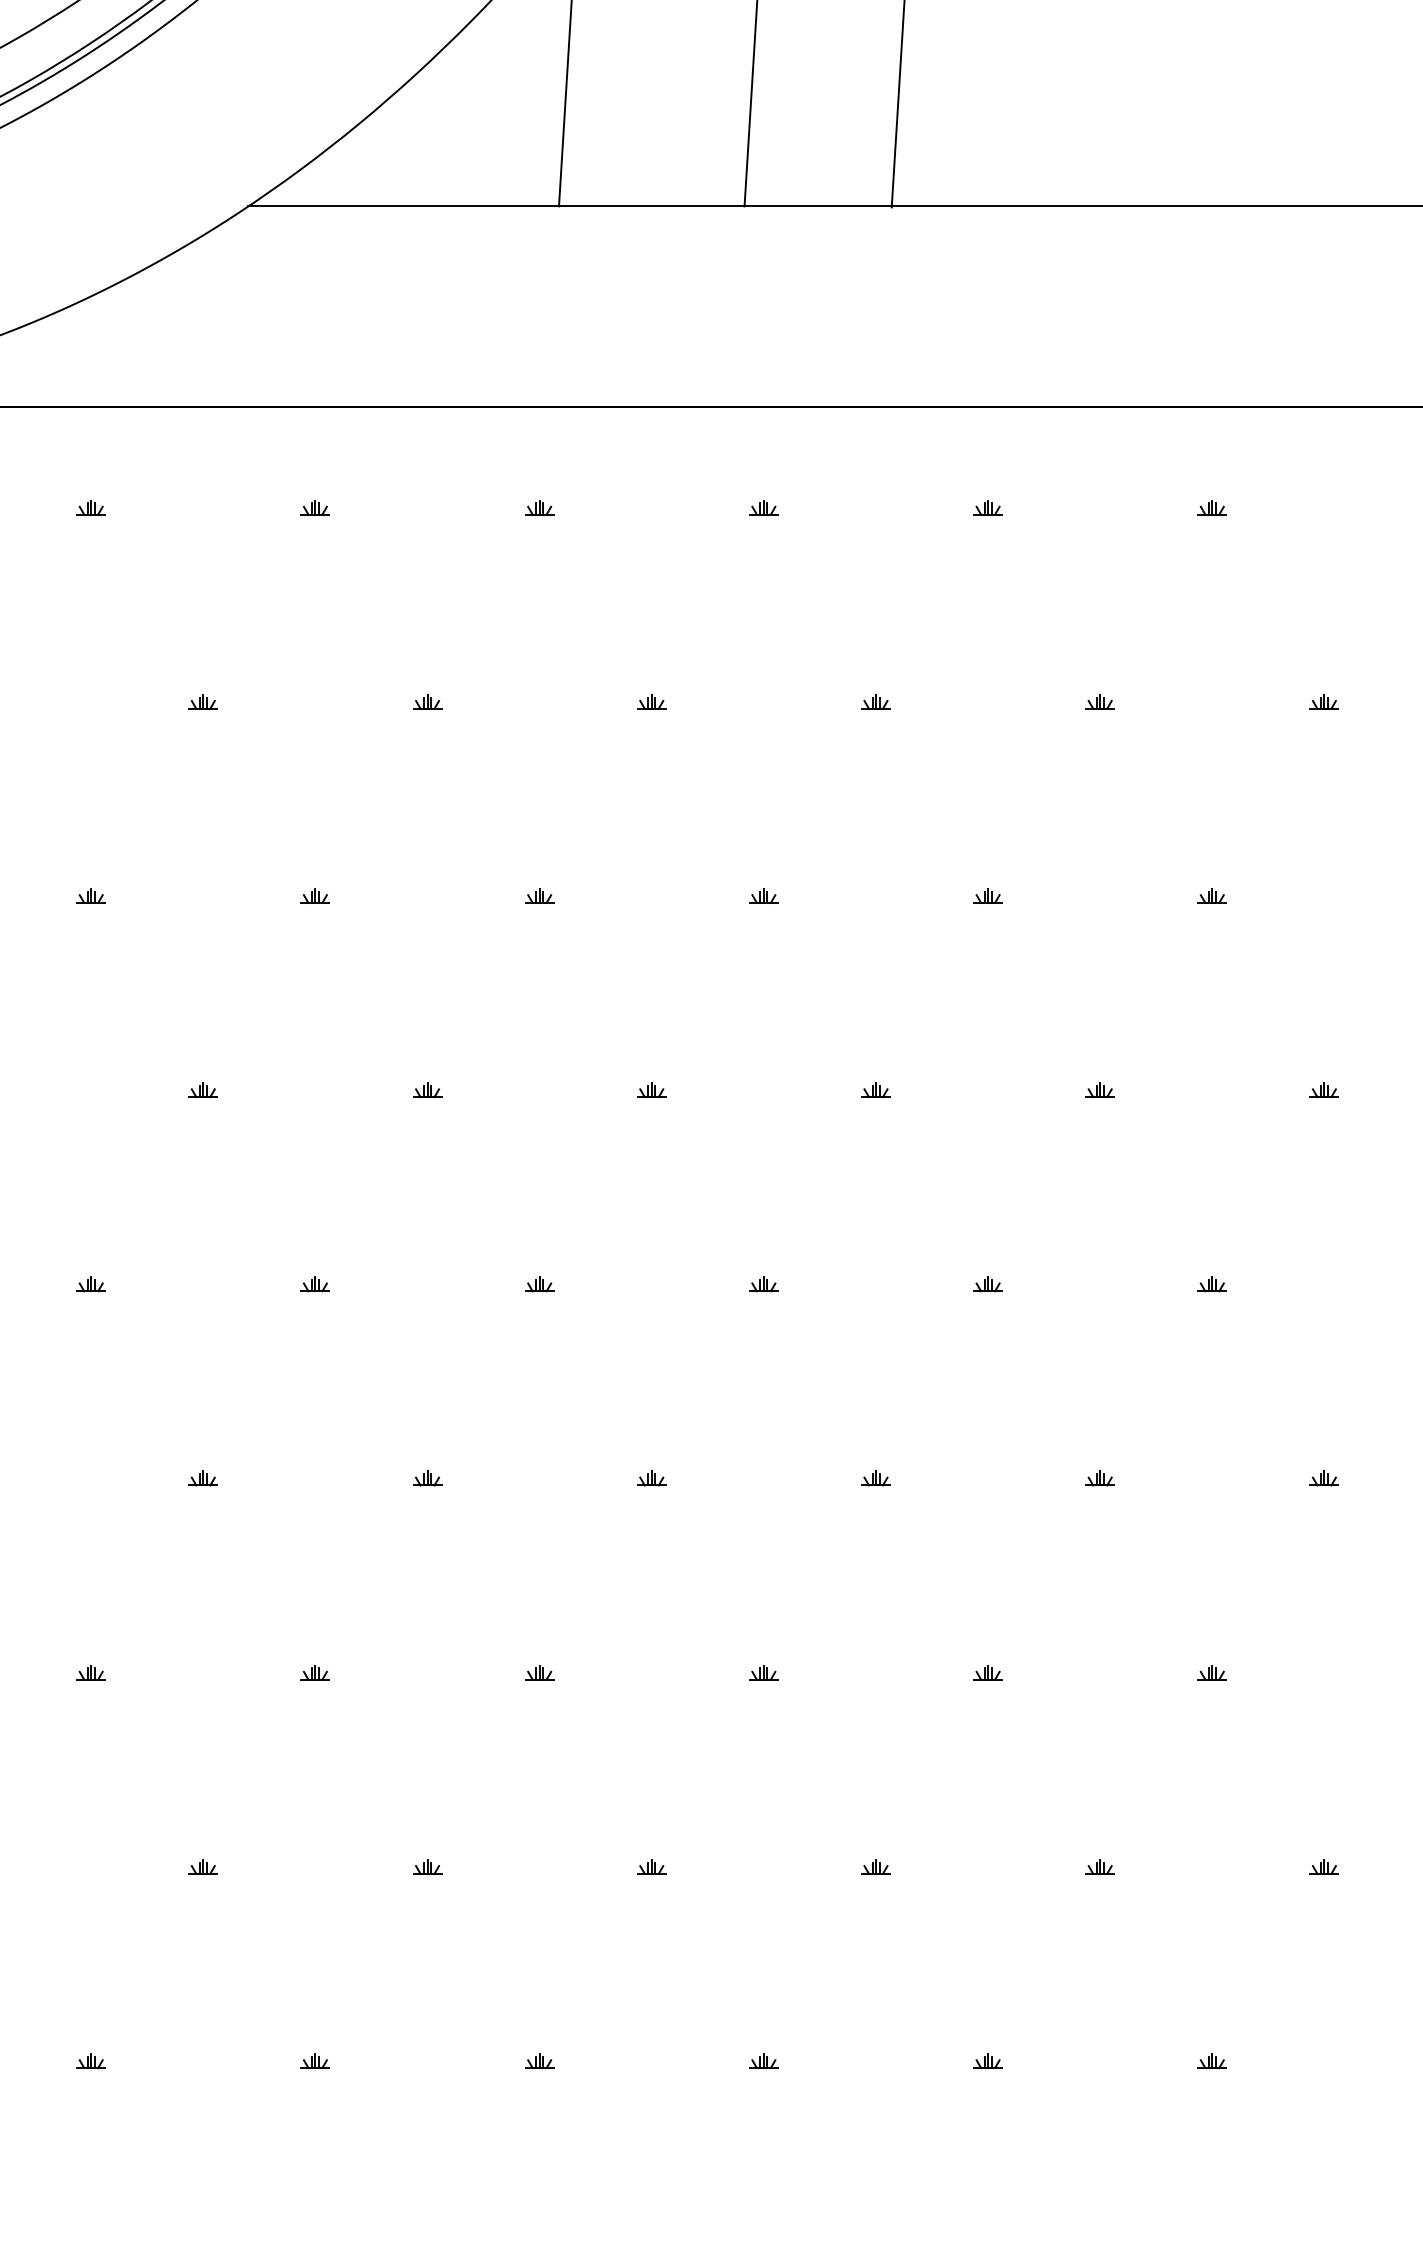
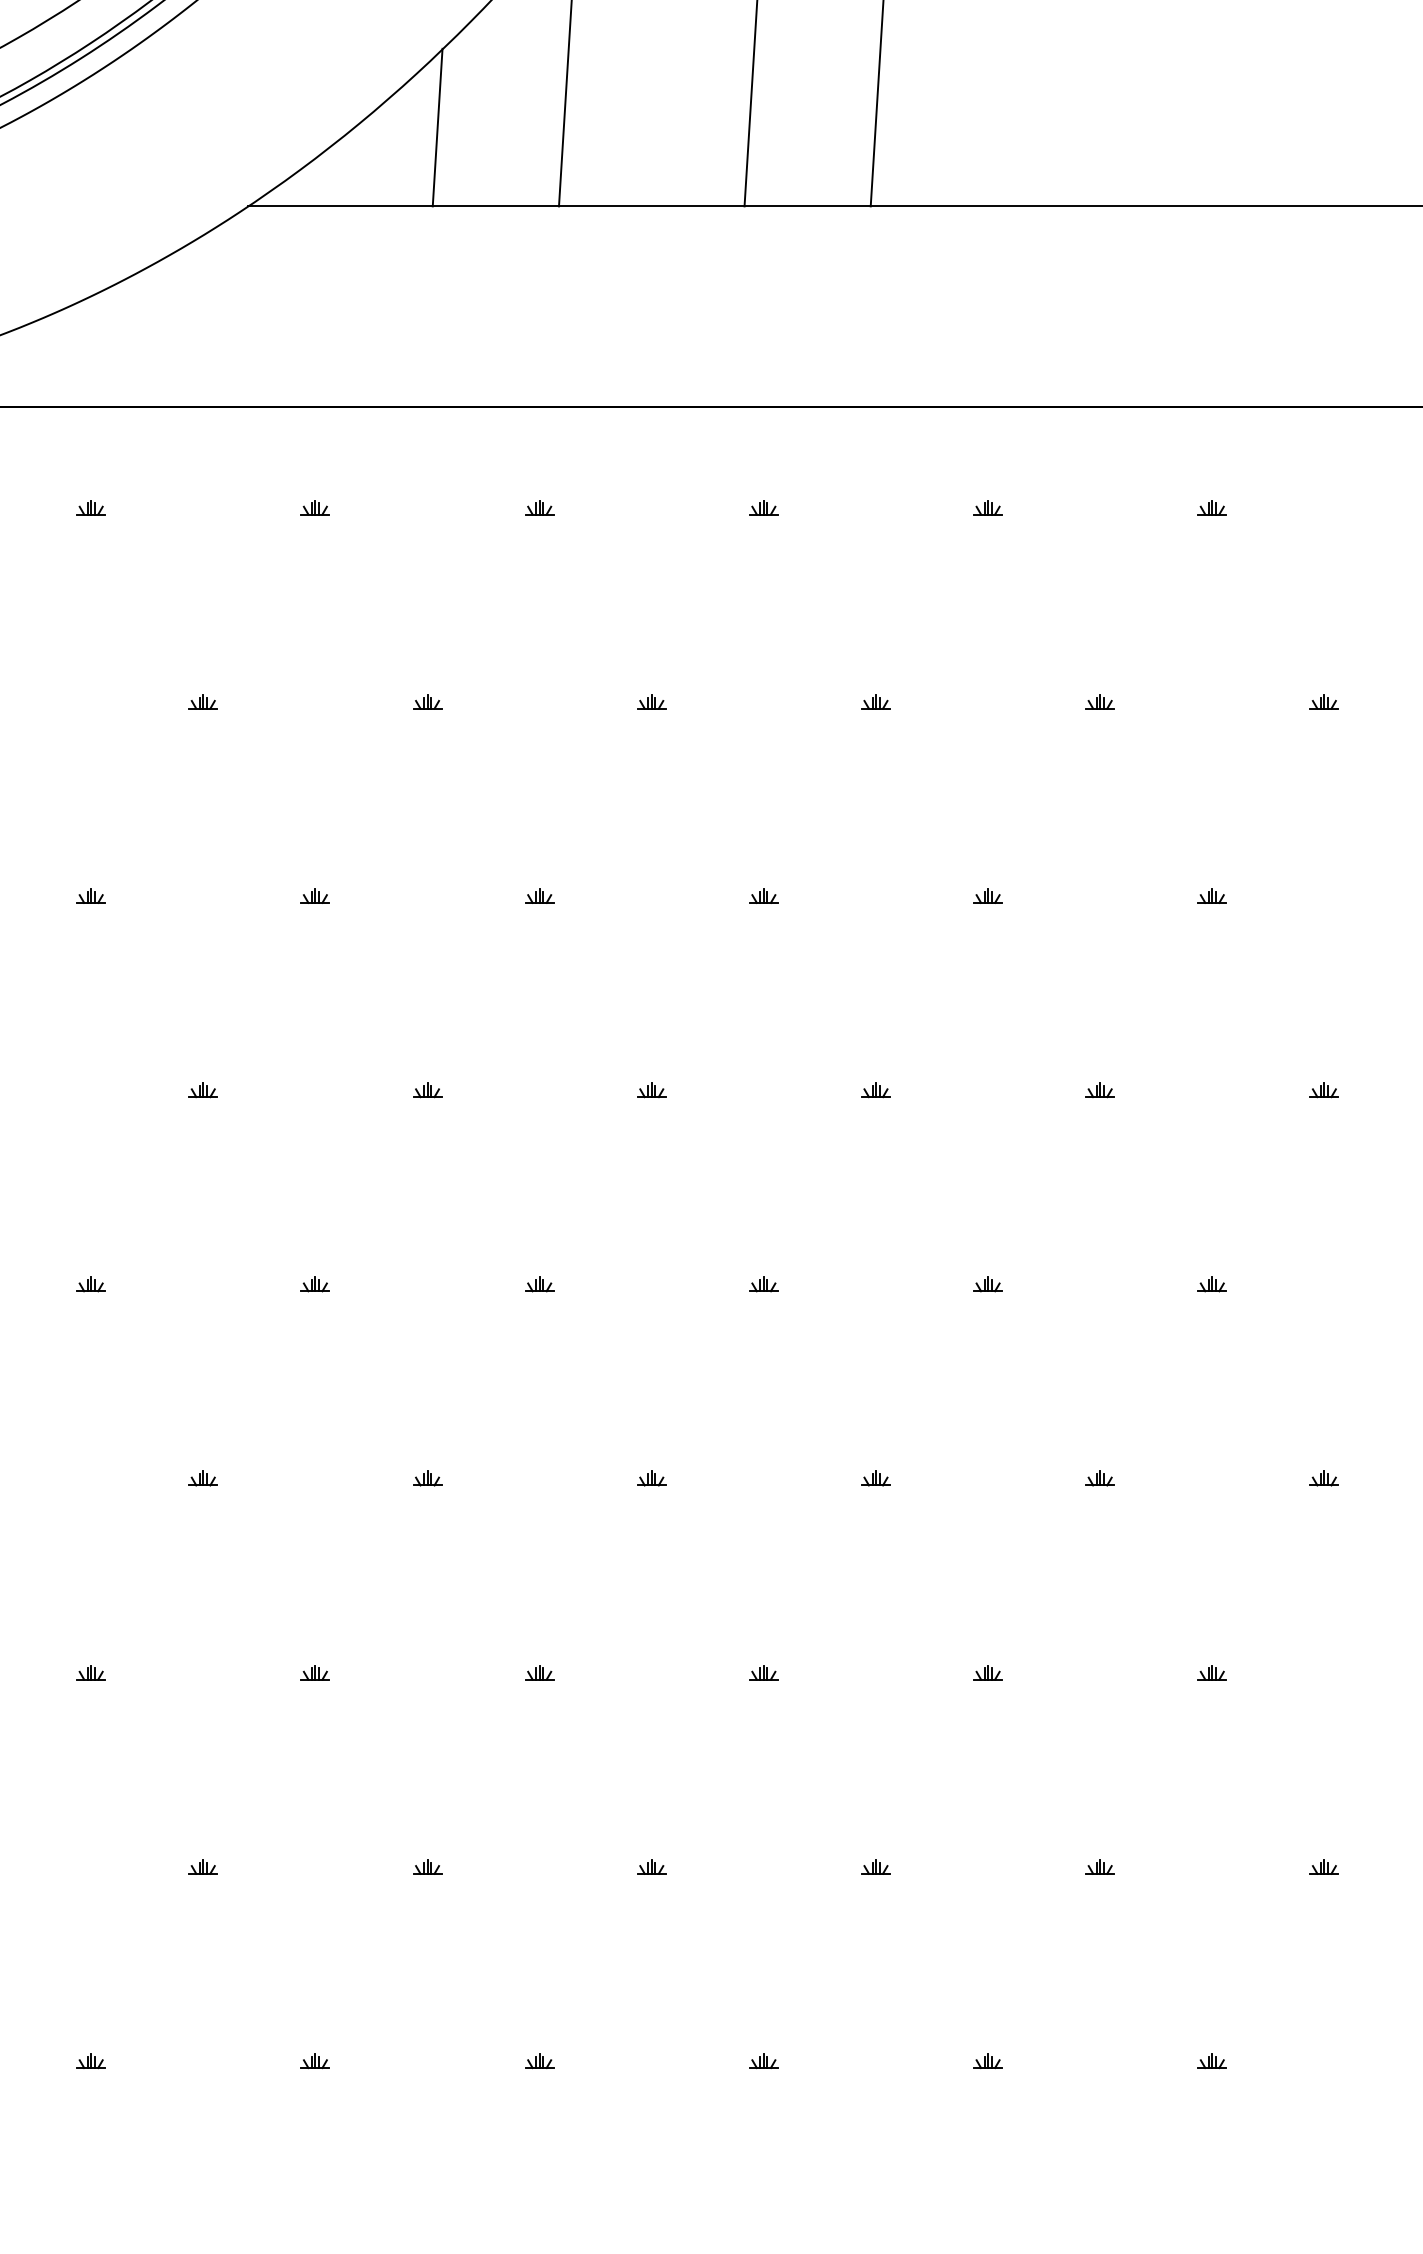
line at (897, 104) position: (897, 104) -> (876, 104)
line at (437, 127): none -> present
